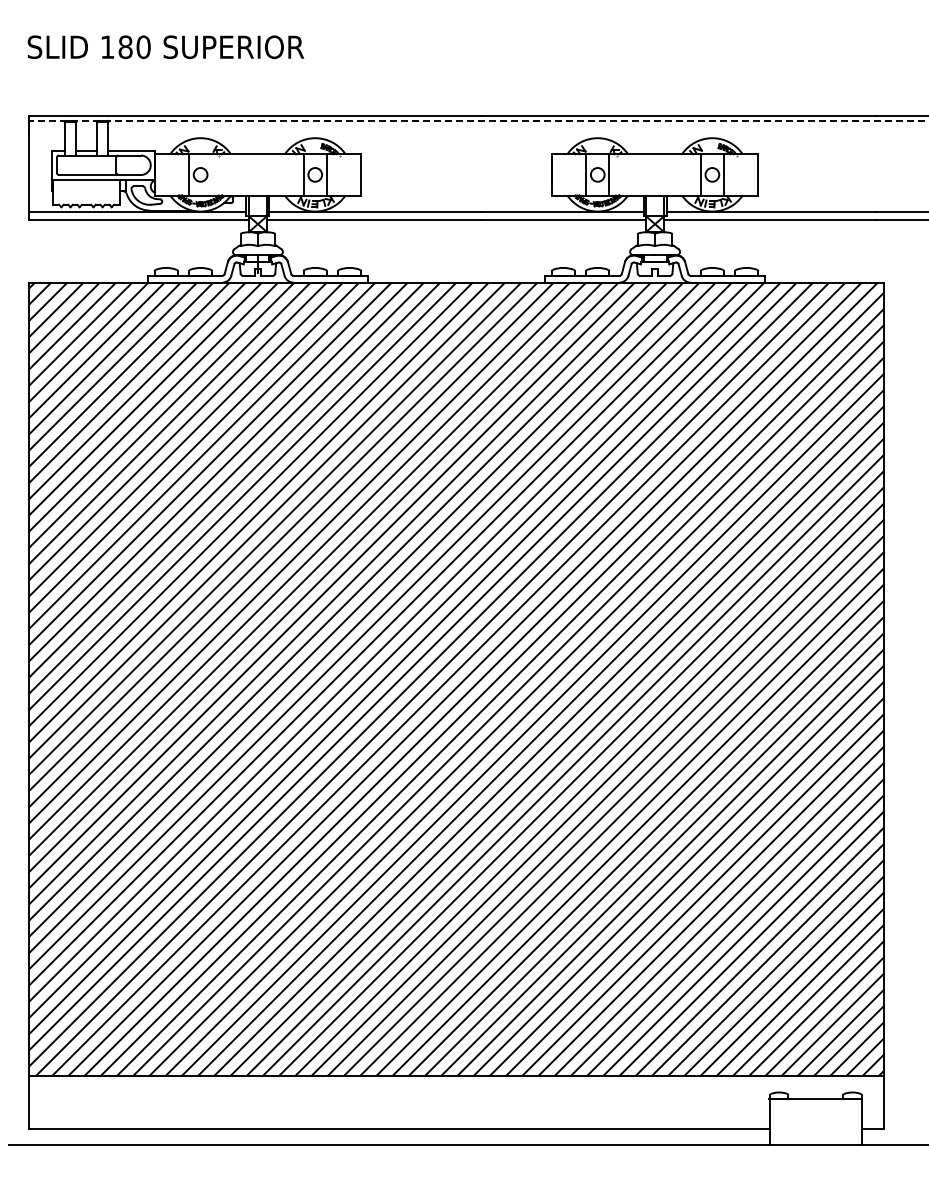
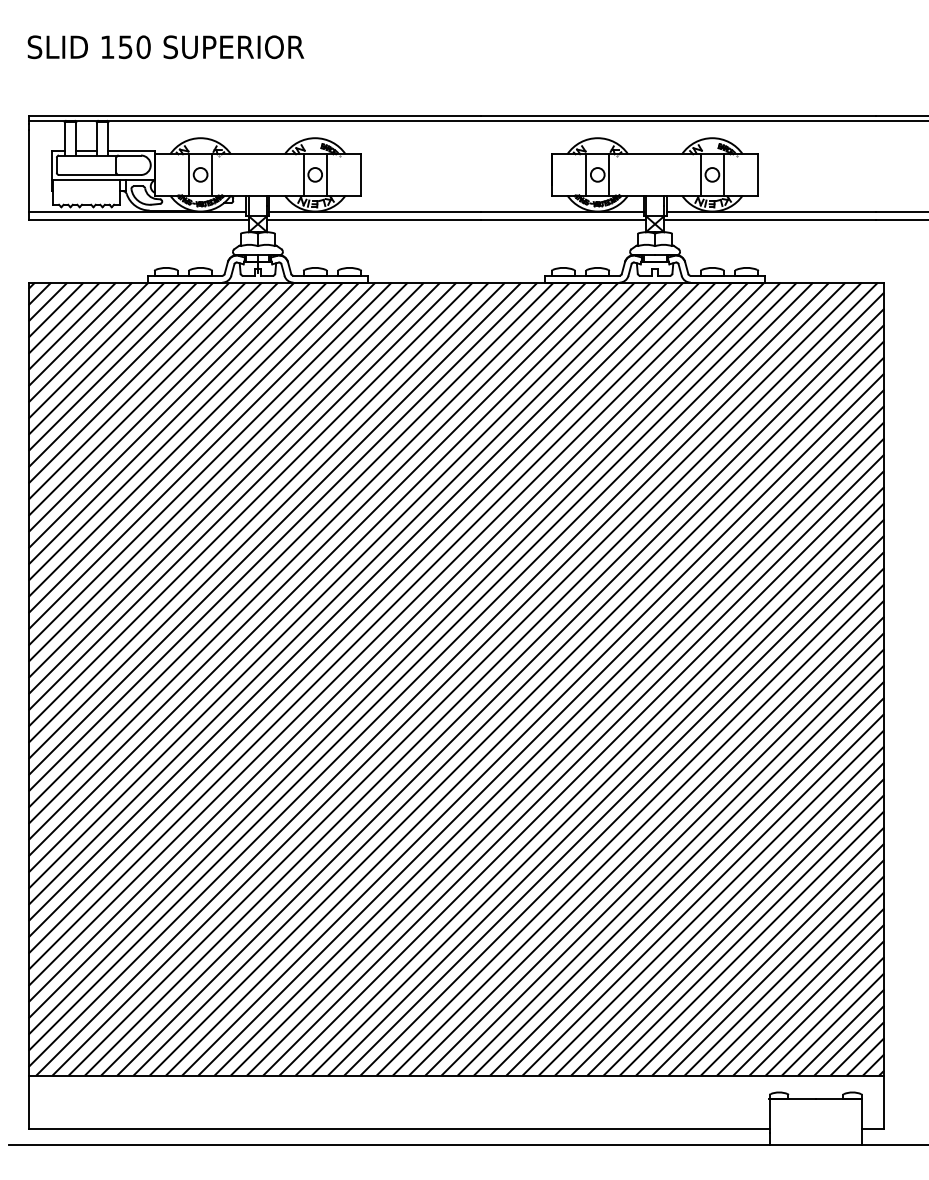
text at (125, 47): 180 -> 150
line at (478, 121): dashed -> solid
line at (212, 174): none -> present
